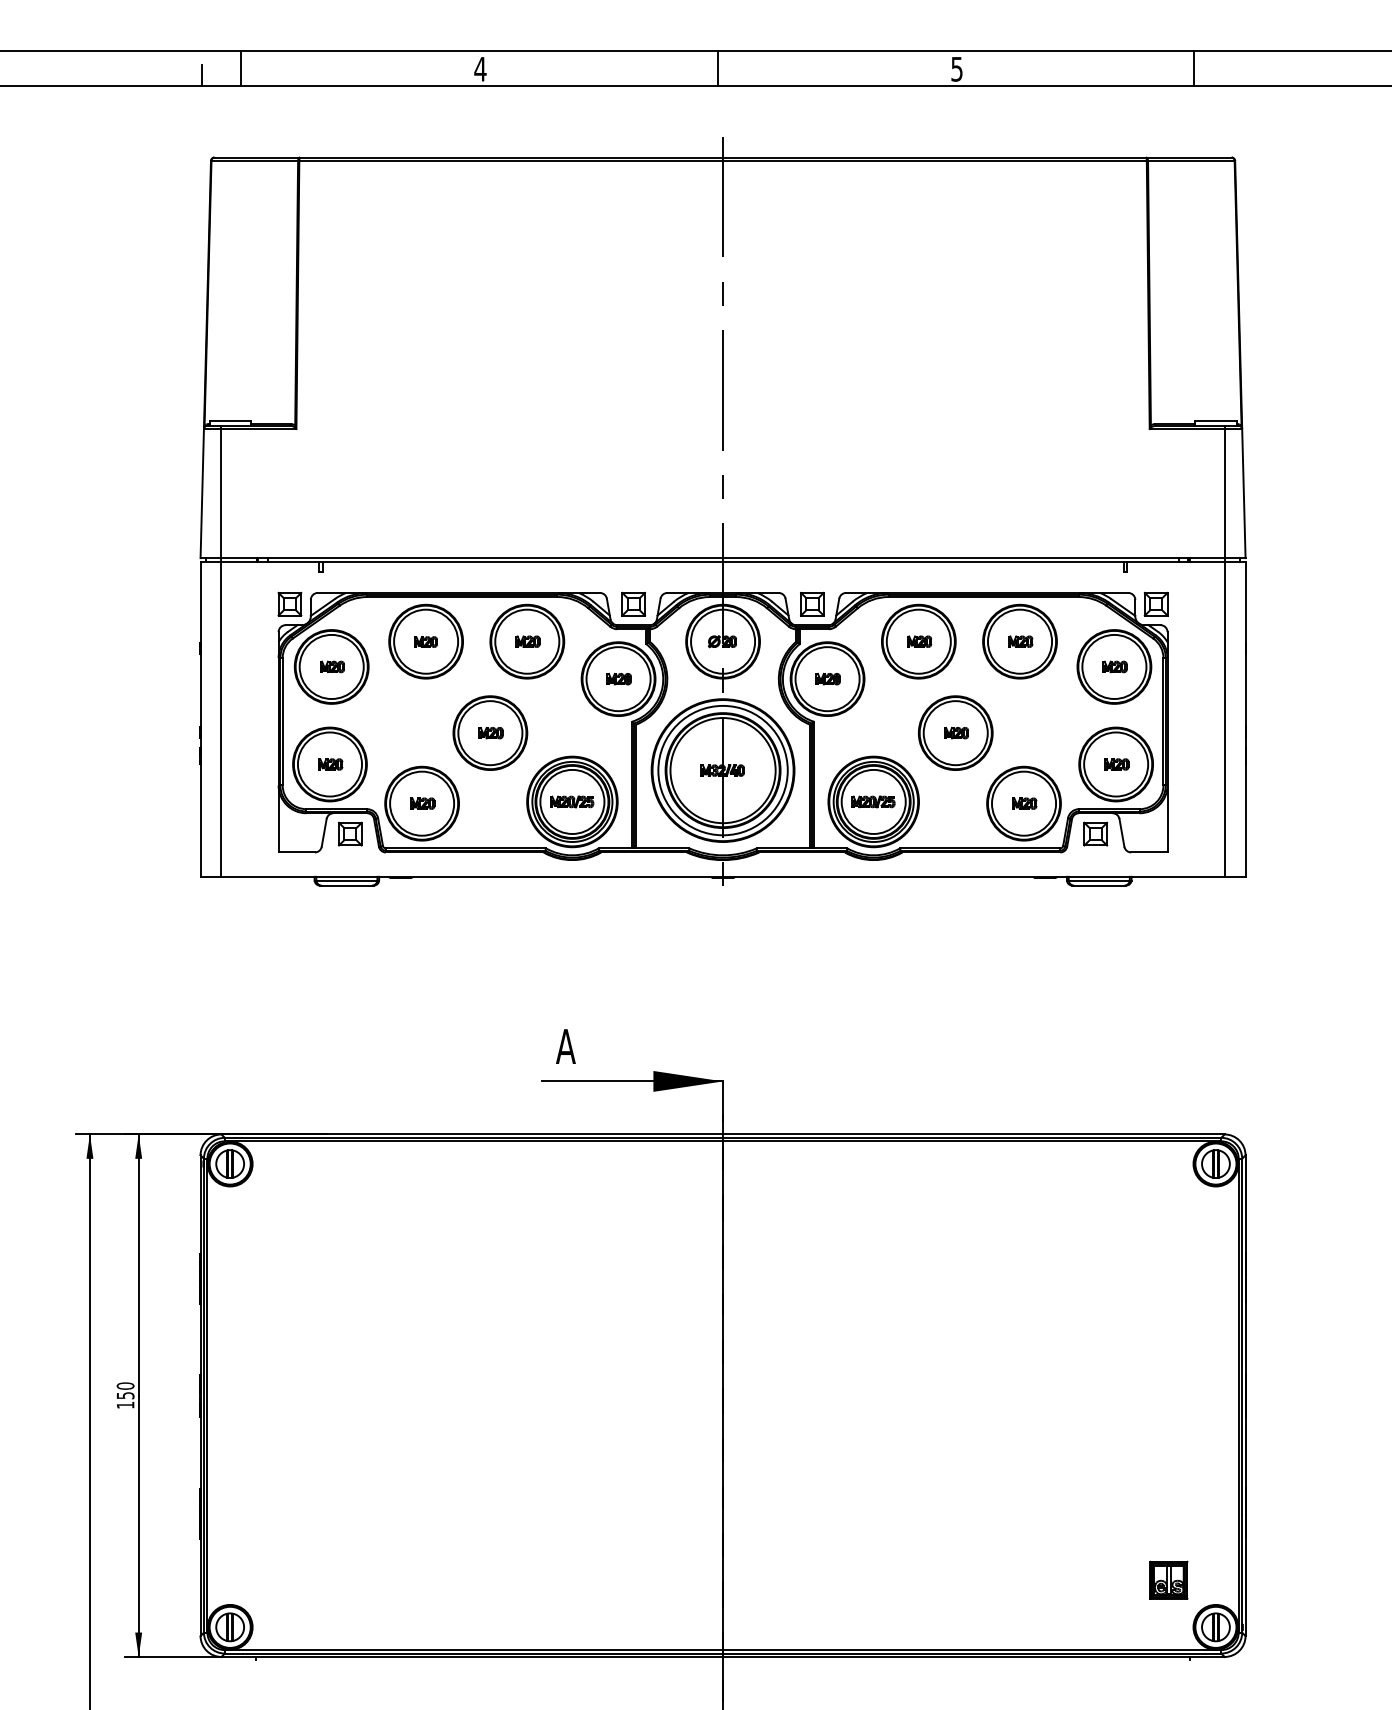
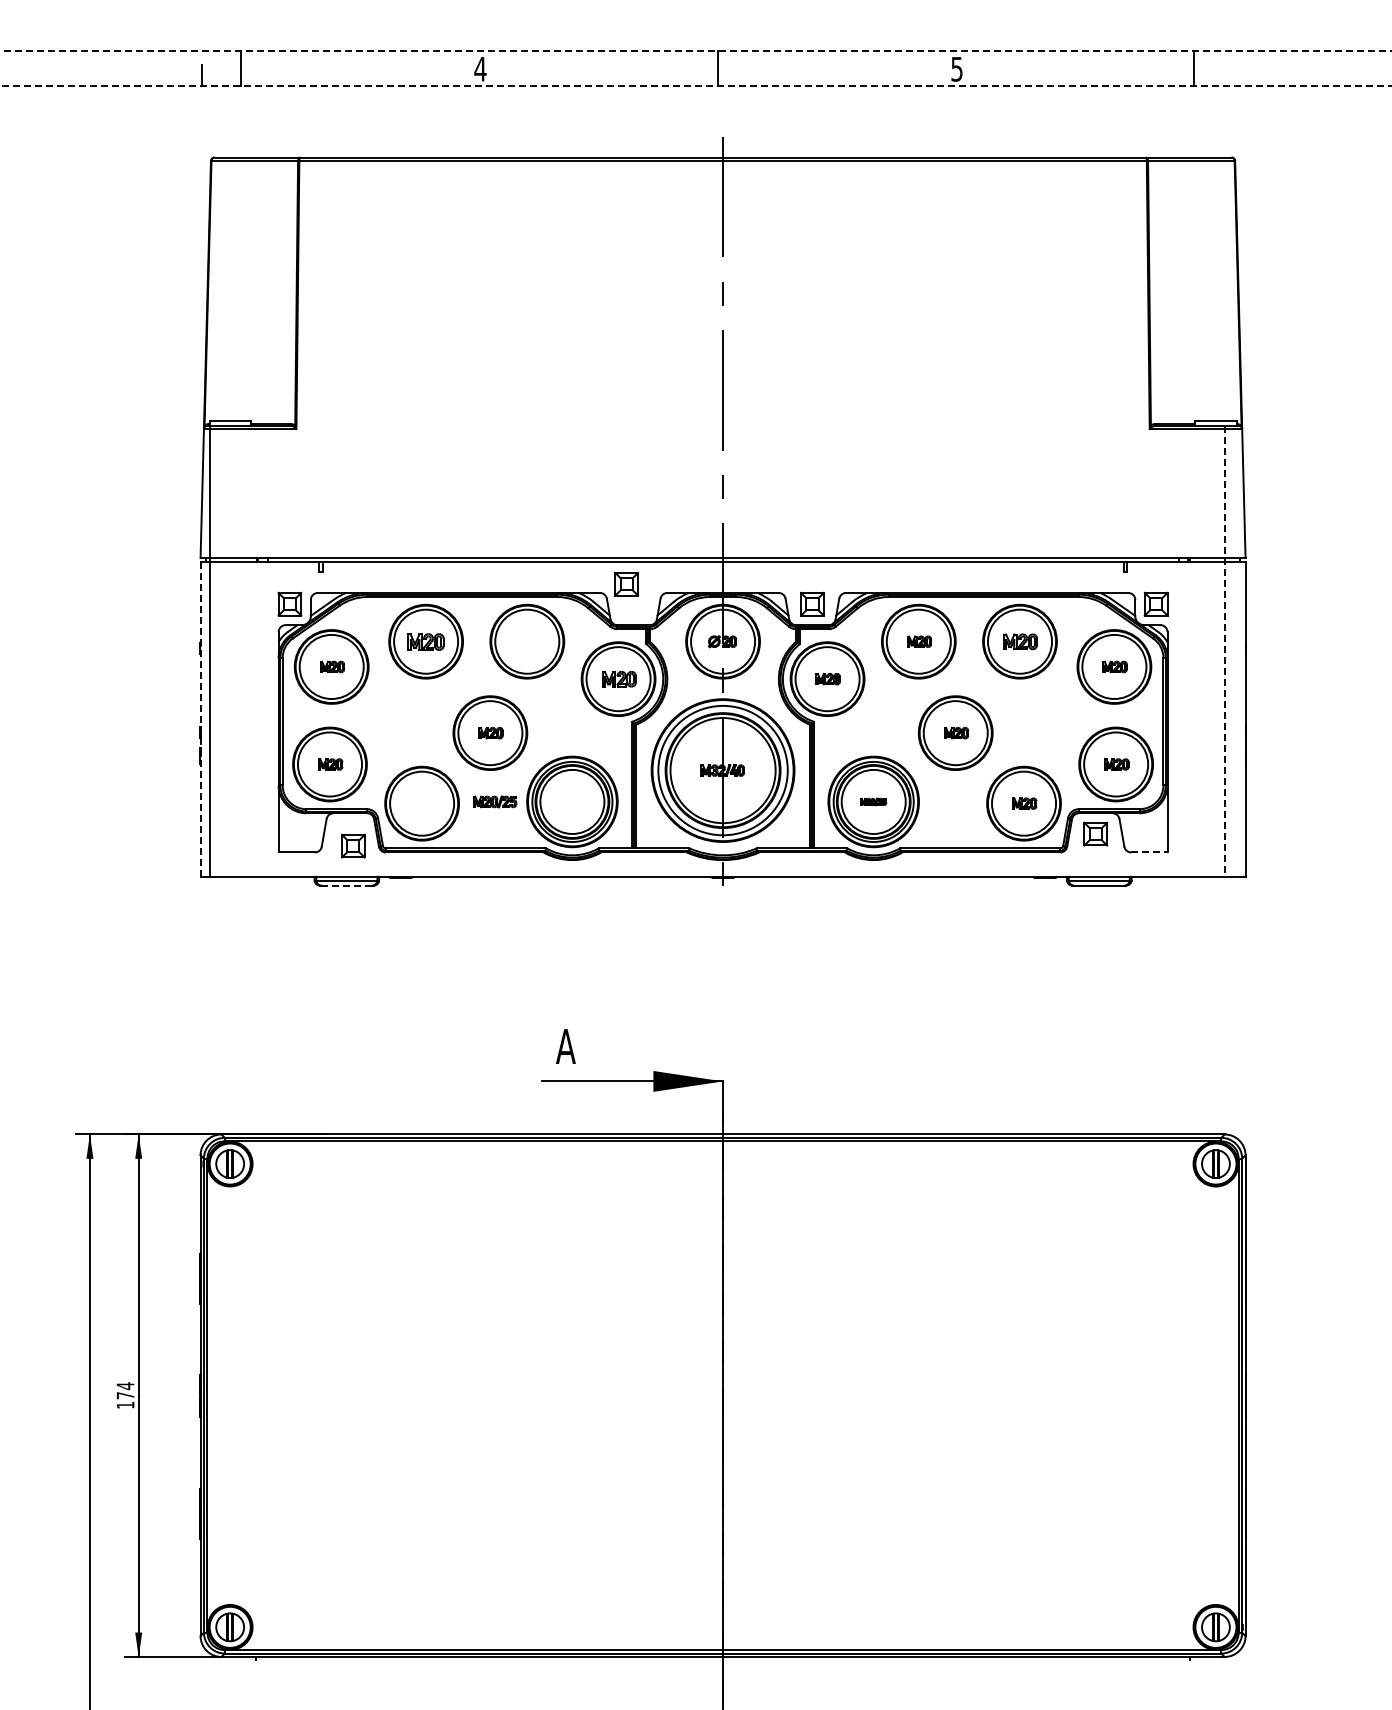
line at (695, 51): solid -> dashed
line at (695, 86): solid -> dashed
part at (633, 603) position: (633, 603) -> (626, 583)
part at (425, 641) size: 24x12 px -> 38x18 px
part at (527, 641): present -> none
part at (1020, 641) size: 26x13 px -> 35x18 px
line at (221, 650) position: (221, 650) -> (210, 650)
line at (1224, 651): solid -> dashed
part at (618, 678) size: 26x14 px -> 35x18 px
line at (200, 719): solid -> dashed
part at (572, 801) position: (572, 801) -> (495, 801)
part at (873, 801) size: 45x14 px -> 28x10 px
part at (422, 803): present -> none
part at (350, 833) position: (350, 833) -> (353, 845)
line at (1149, 852): solid -> dashed
line at (346, 885): solid -> dashed
text at (125, 1390): 150 -> 174
part at (1168, 1579): present -> none
